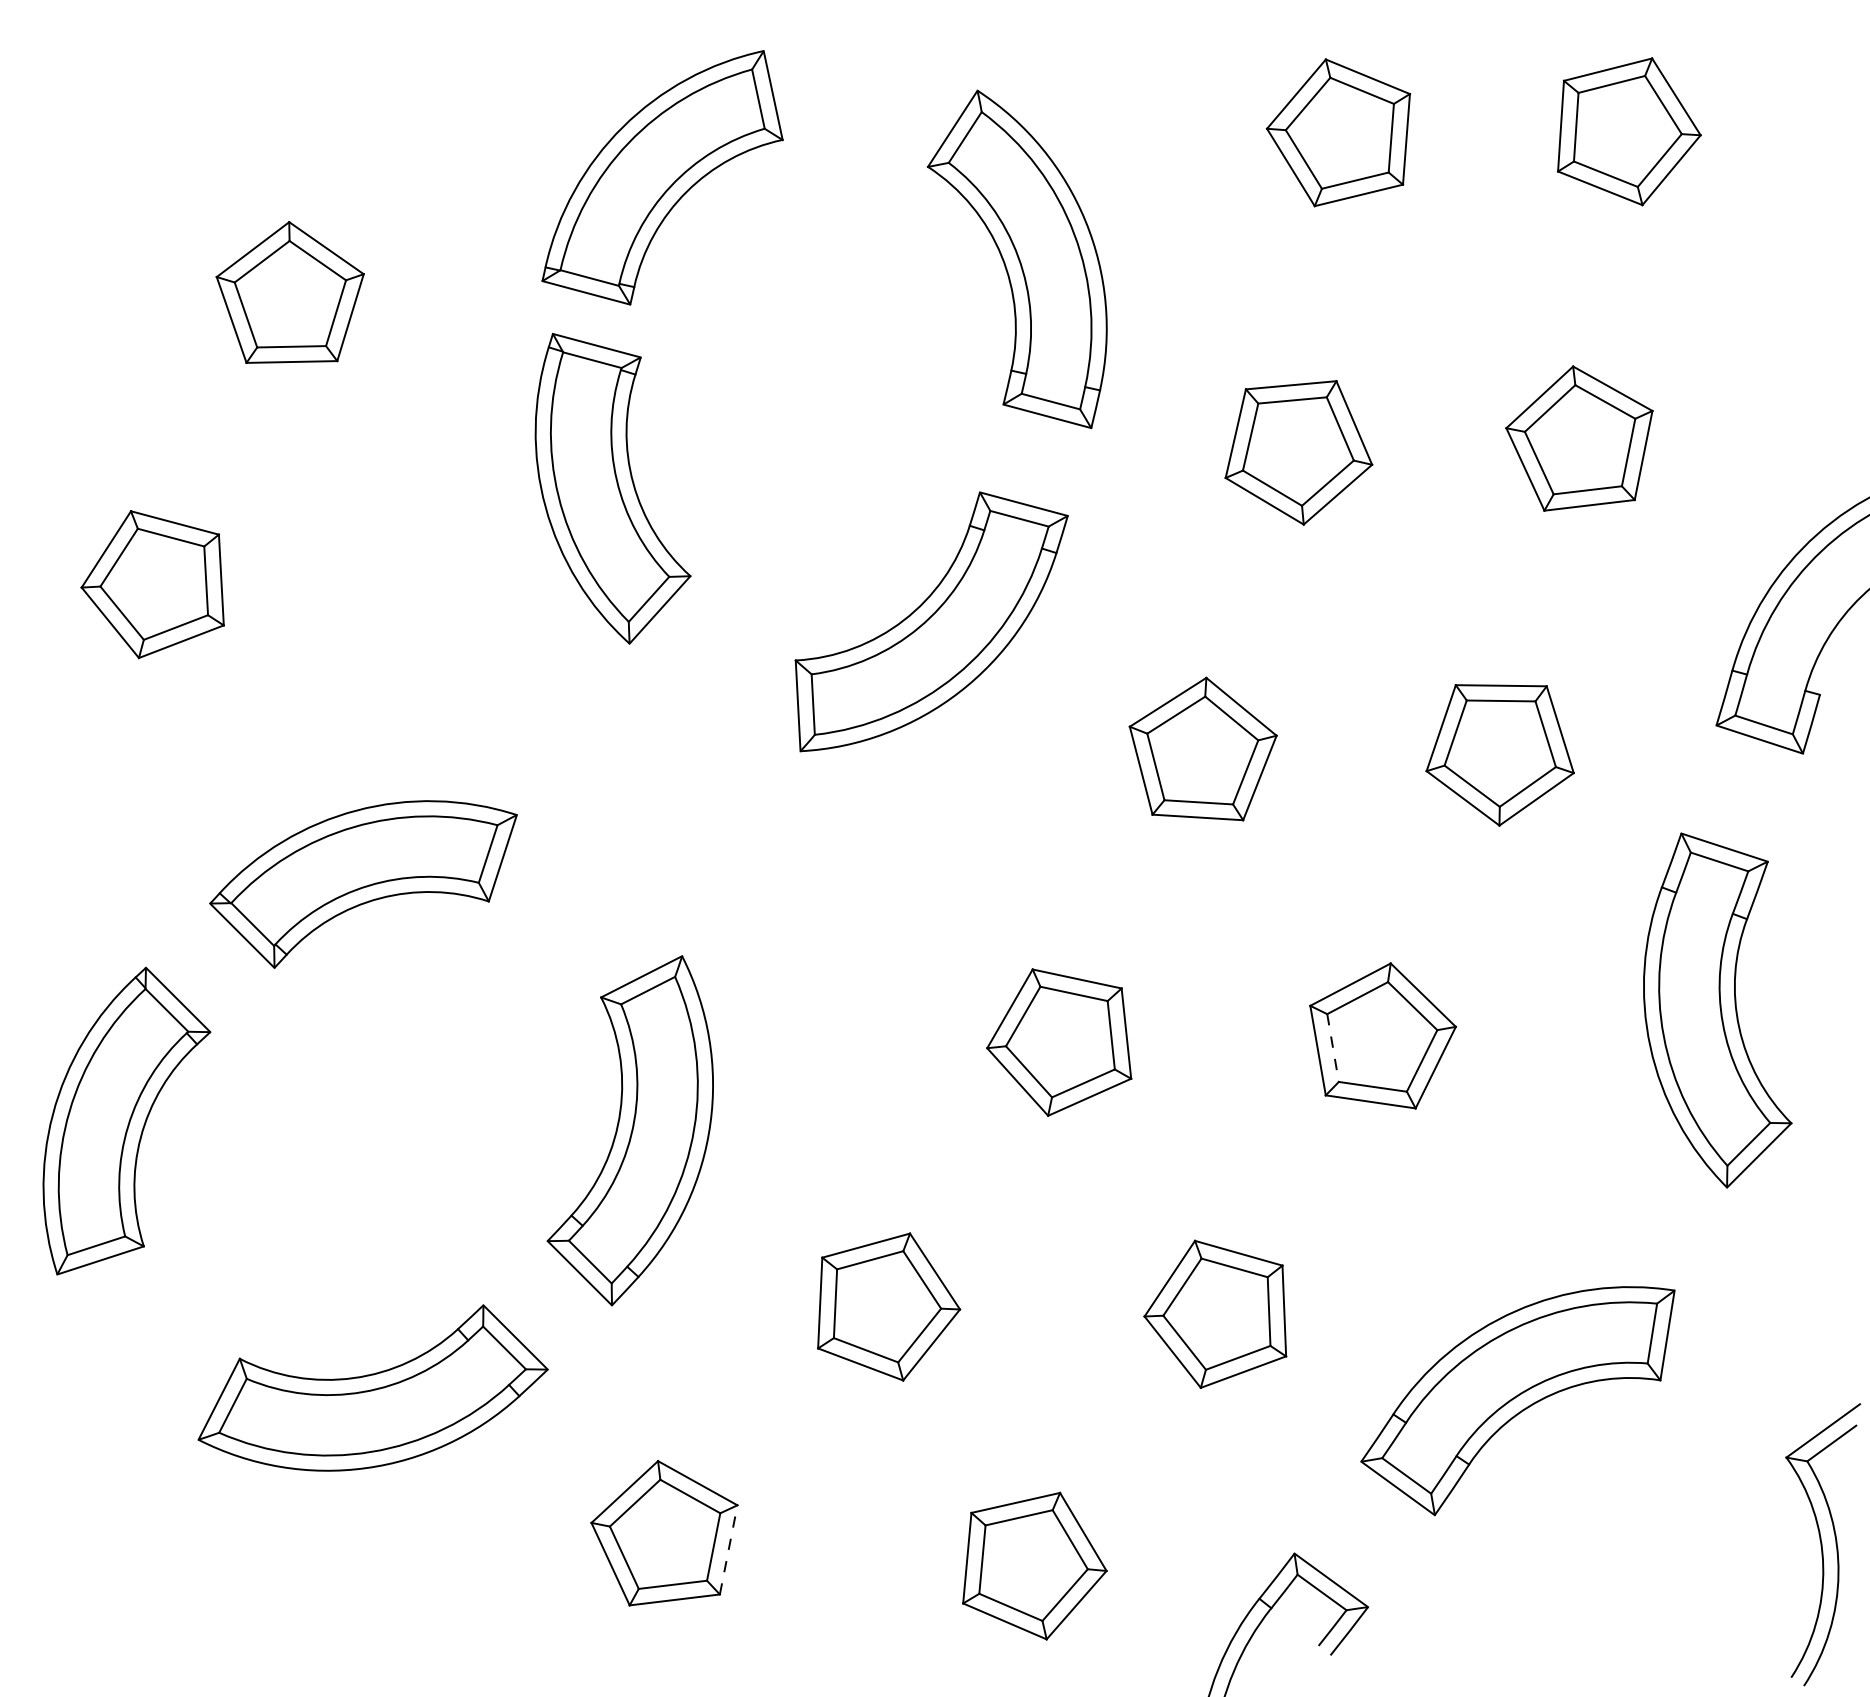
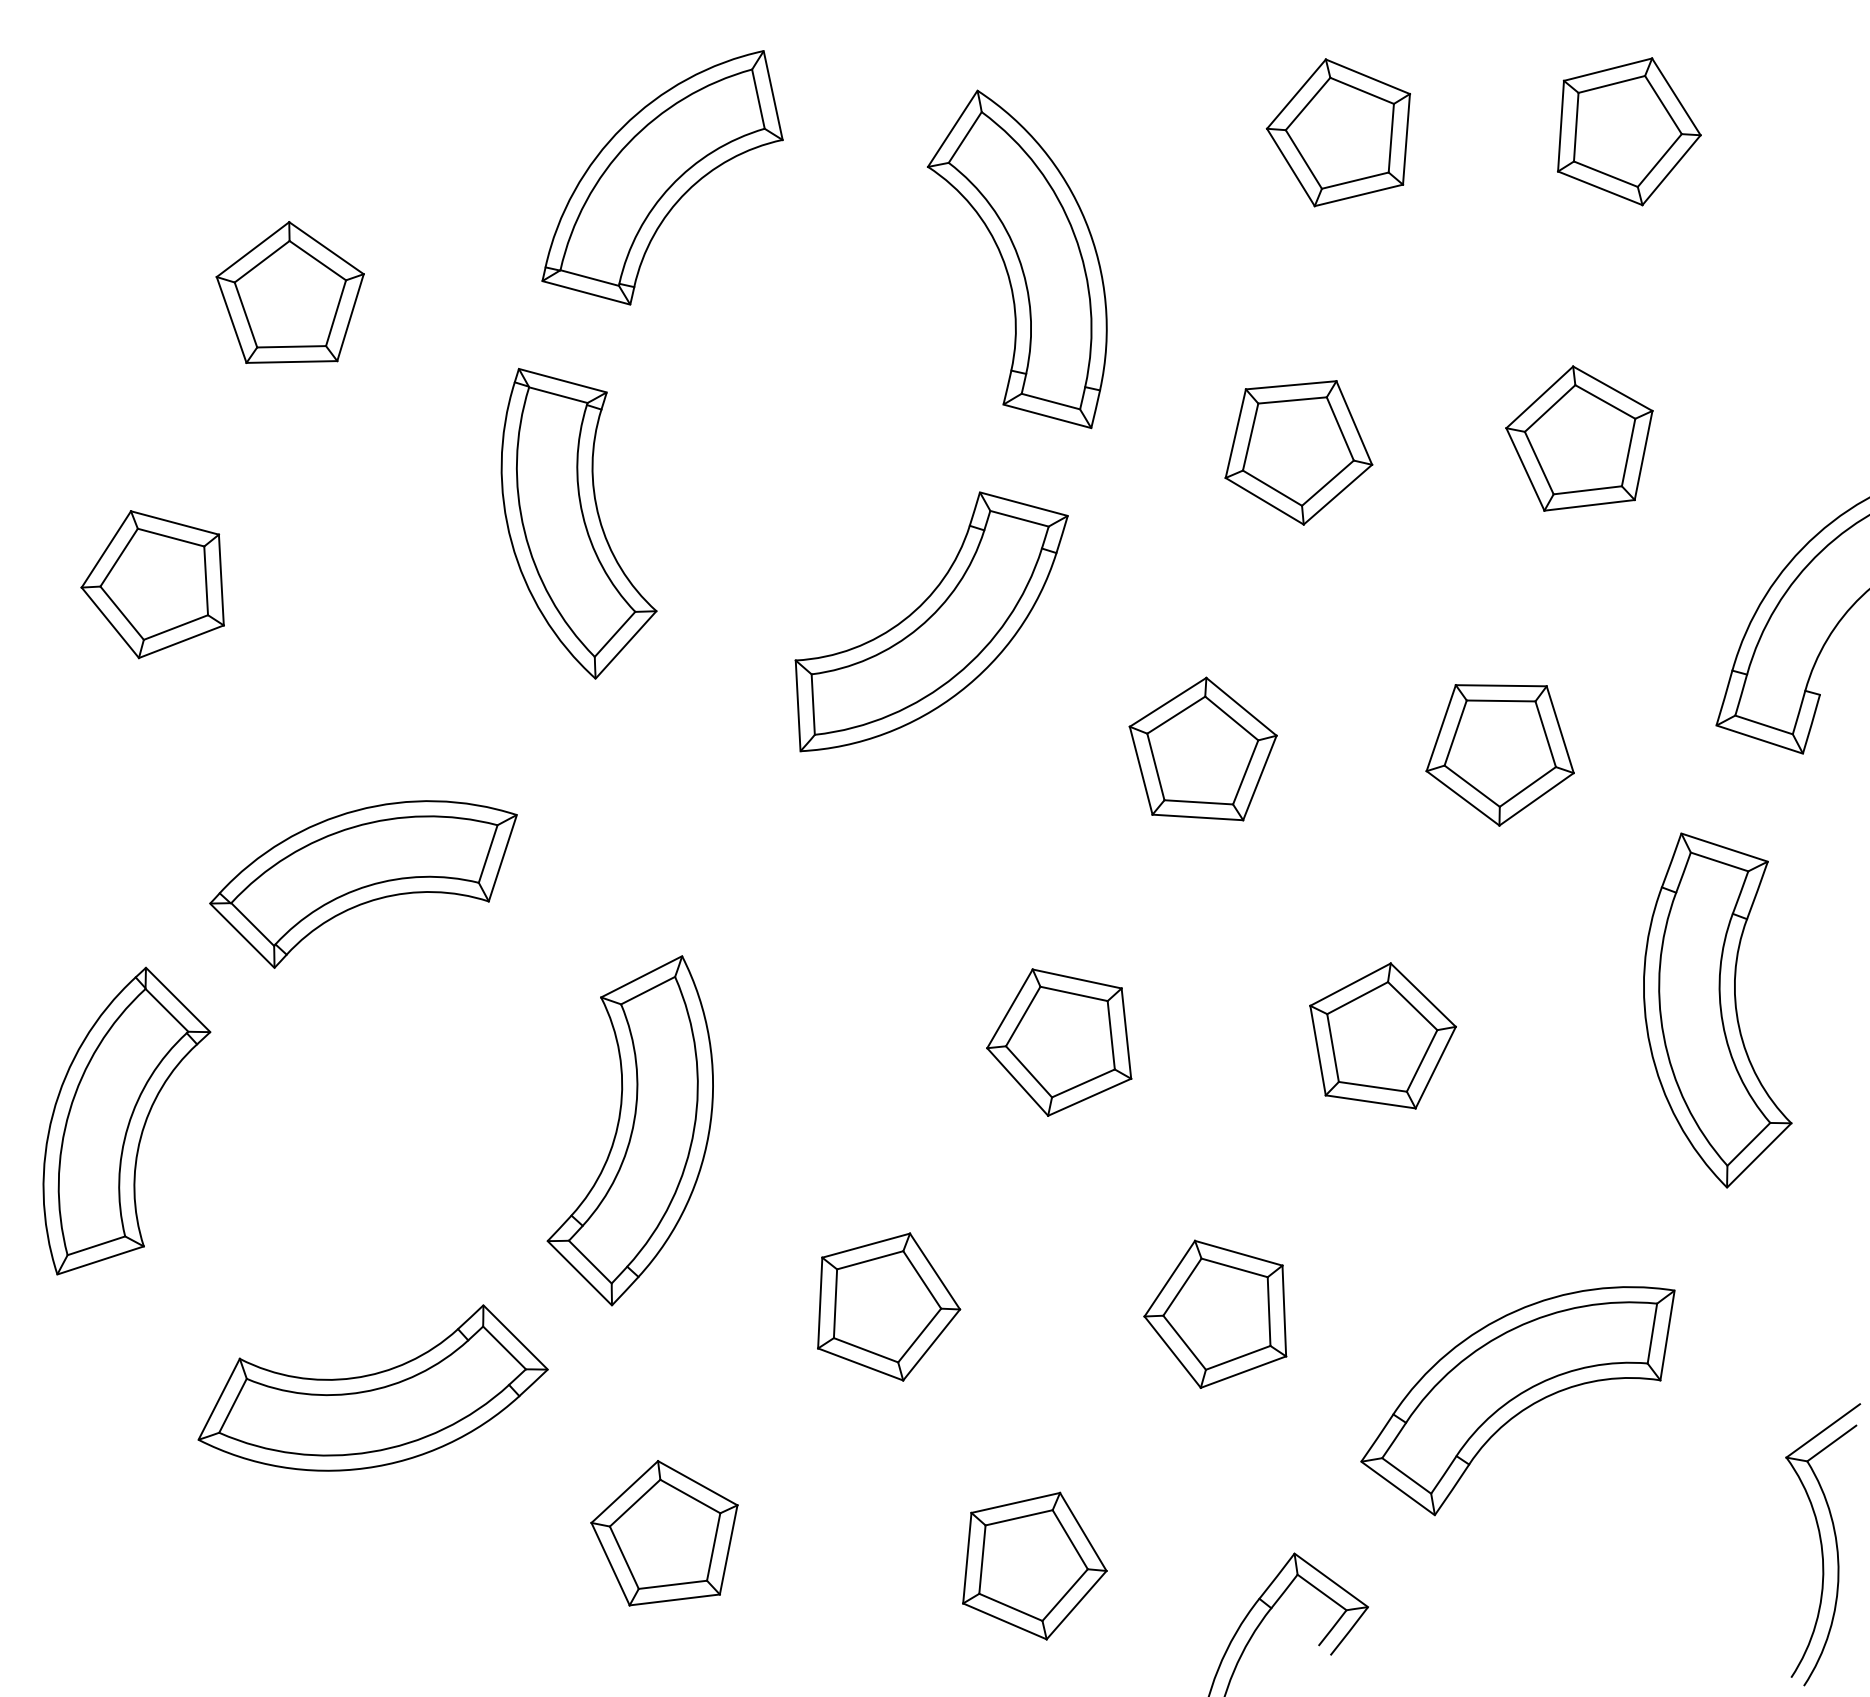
part at (612, 488) position: (612, 488) -> (578, 523)
line at (1333, 1048): dashed -> solid
line at (728, 1549): dashed -> solid
